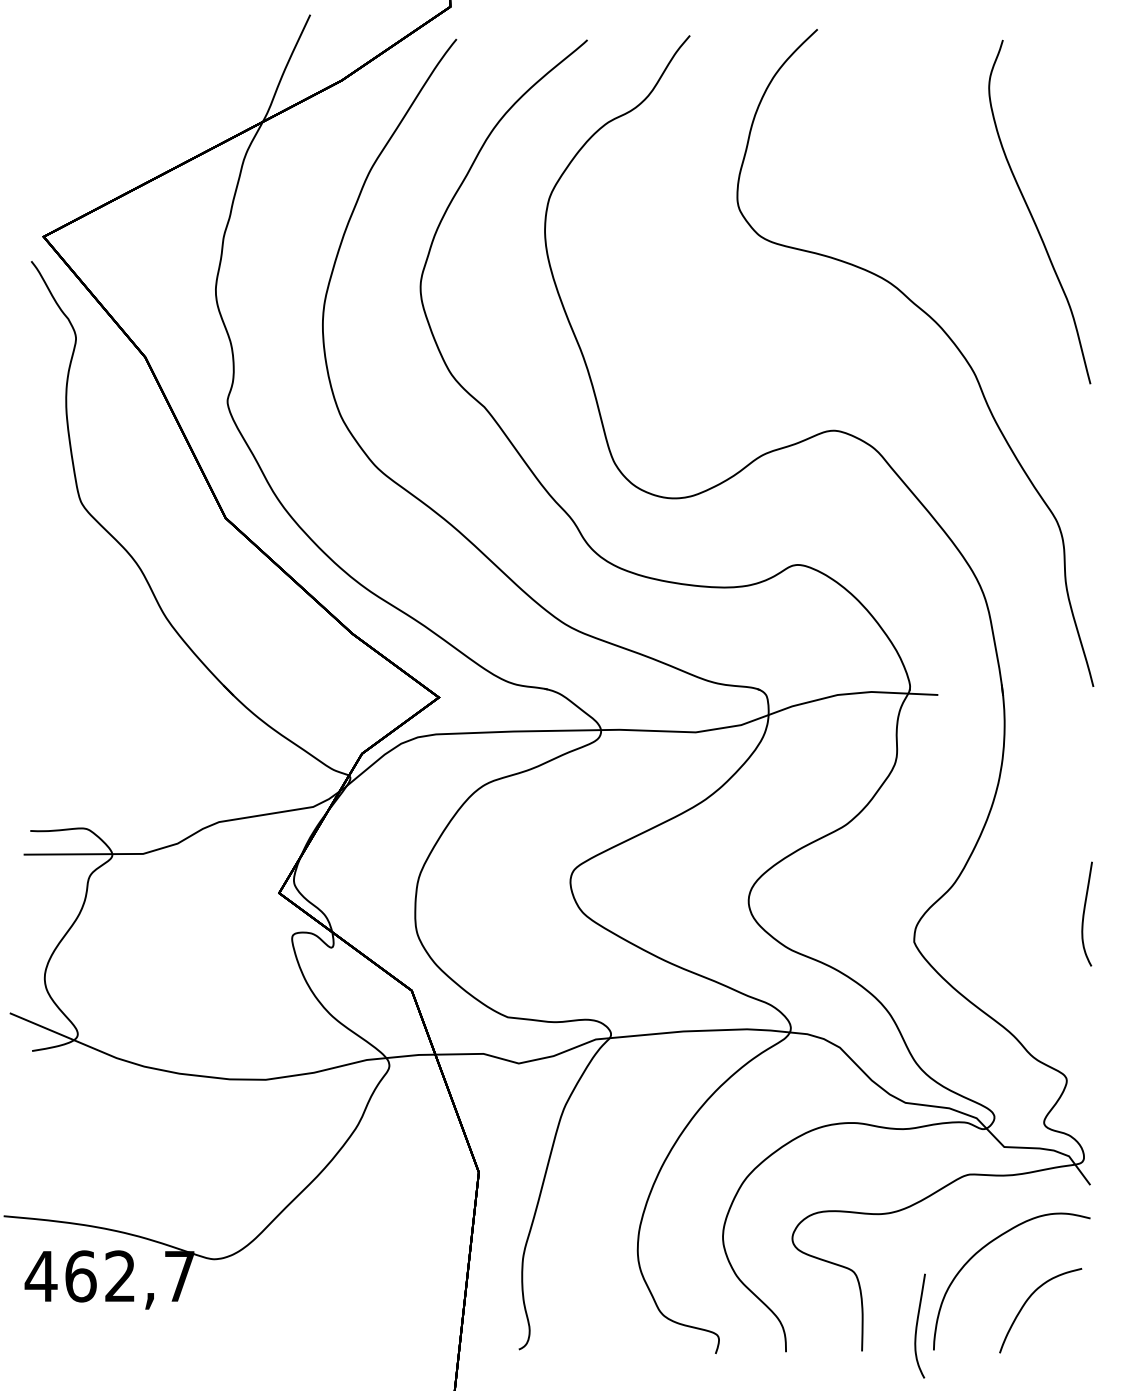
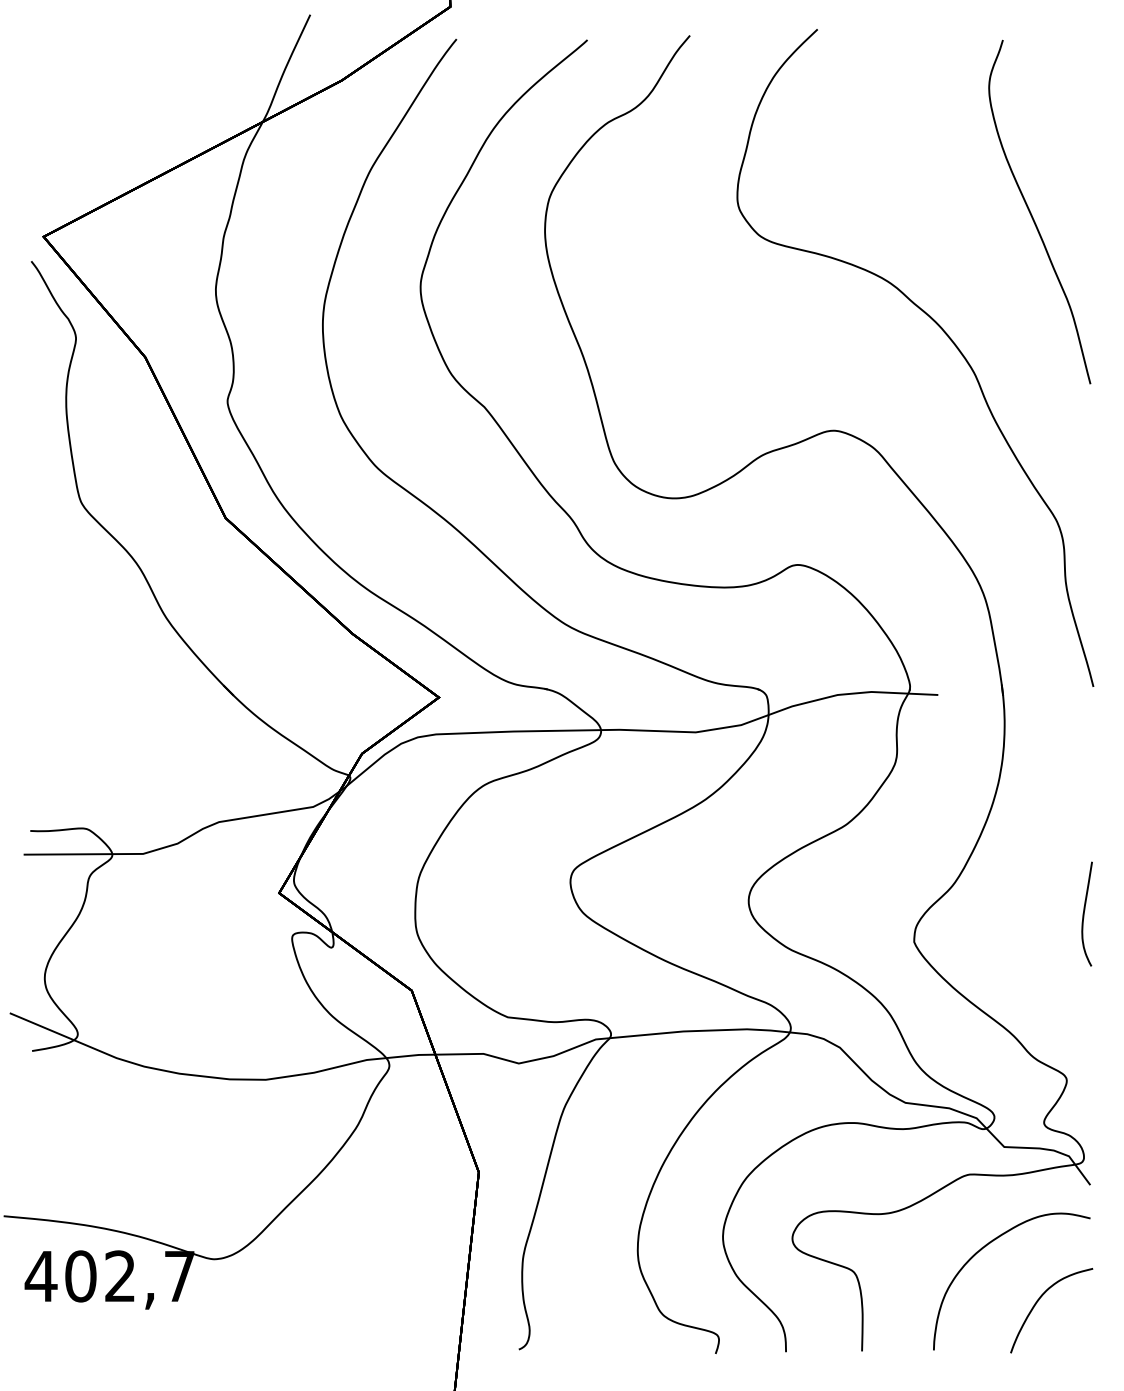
text at (80, 1276): 462,7 -> 402,7
curve at (1028, 1300) position: (1028, 1300) -> (1039, 1300)
curve at (917, 1325): present -> none
